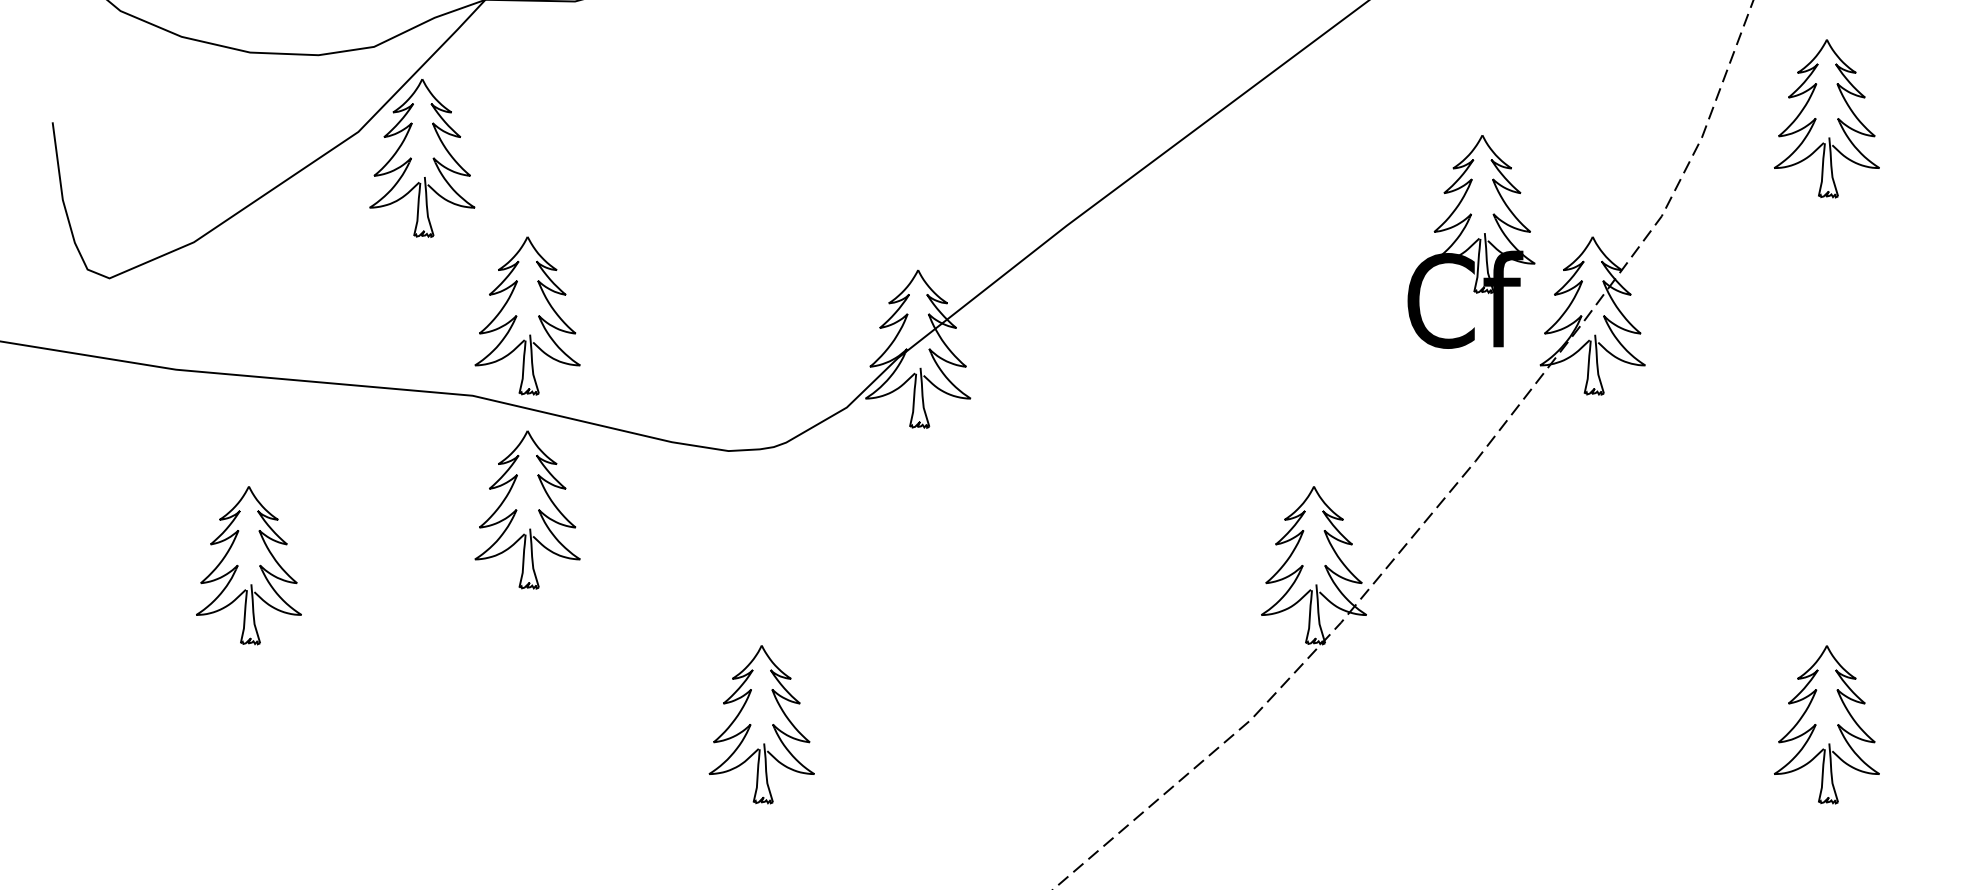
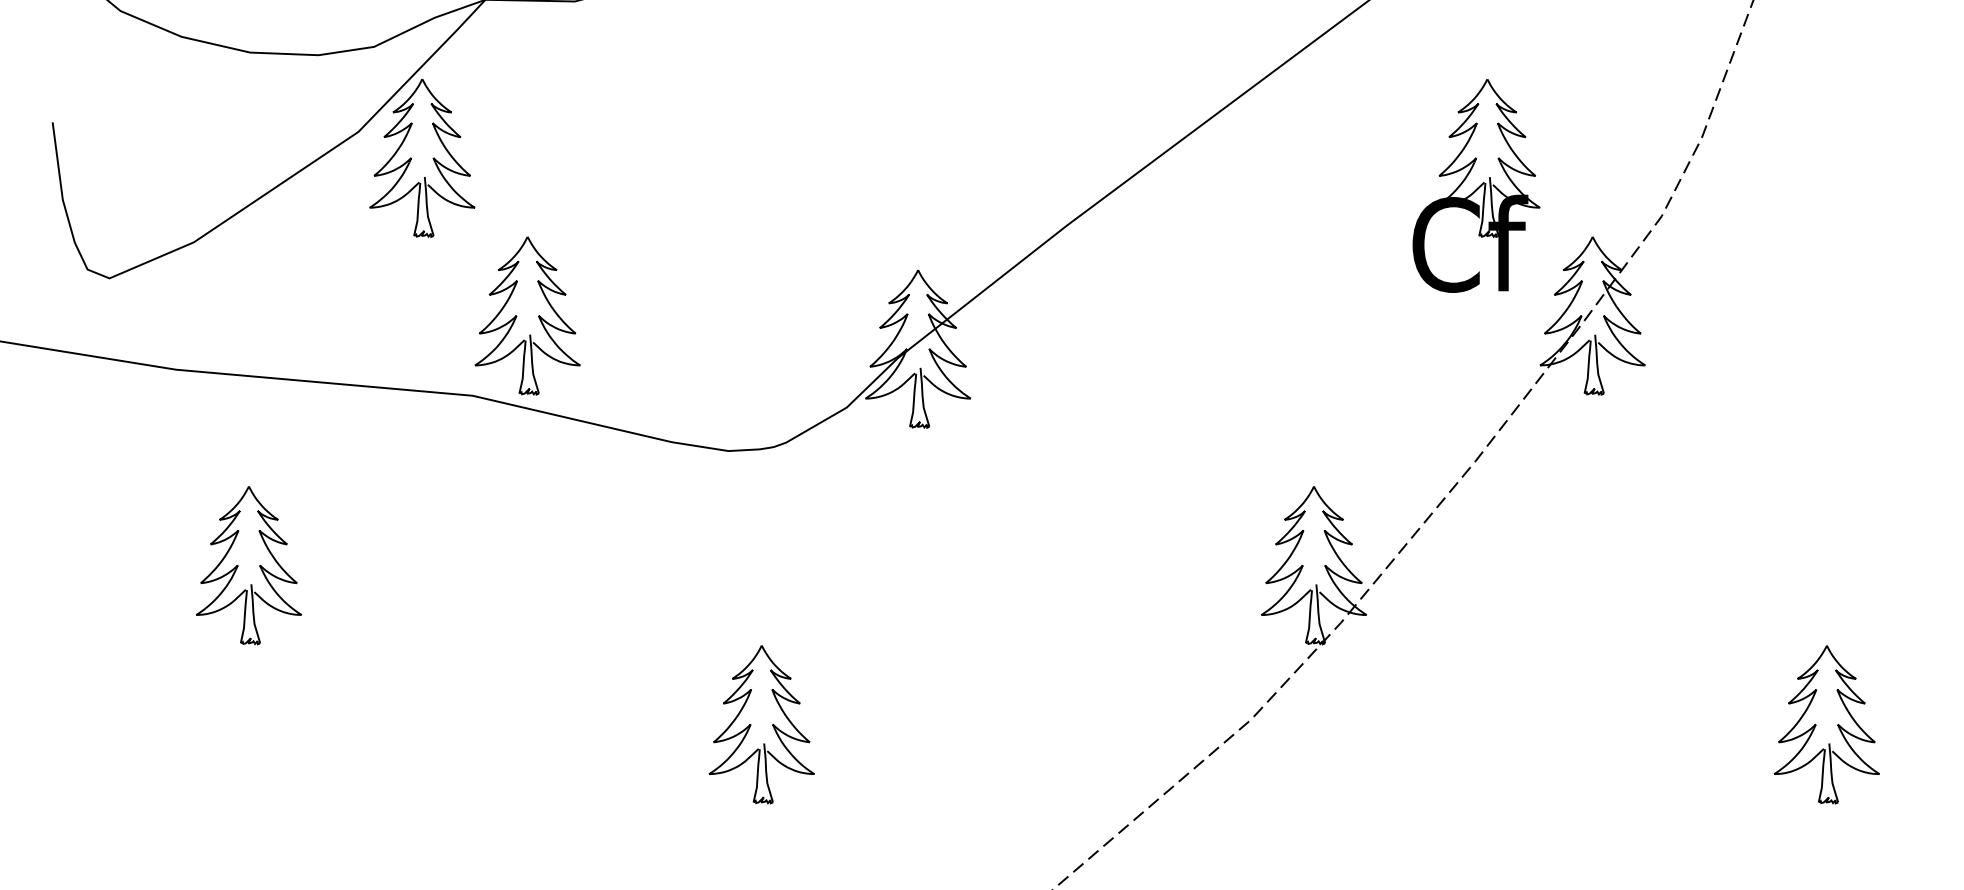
part at (1826, 118): present -> none
part at (1471, 241) position: (1471, 241) -> (1476, 185)
part at (527, 509): present -> none
